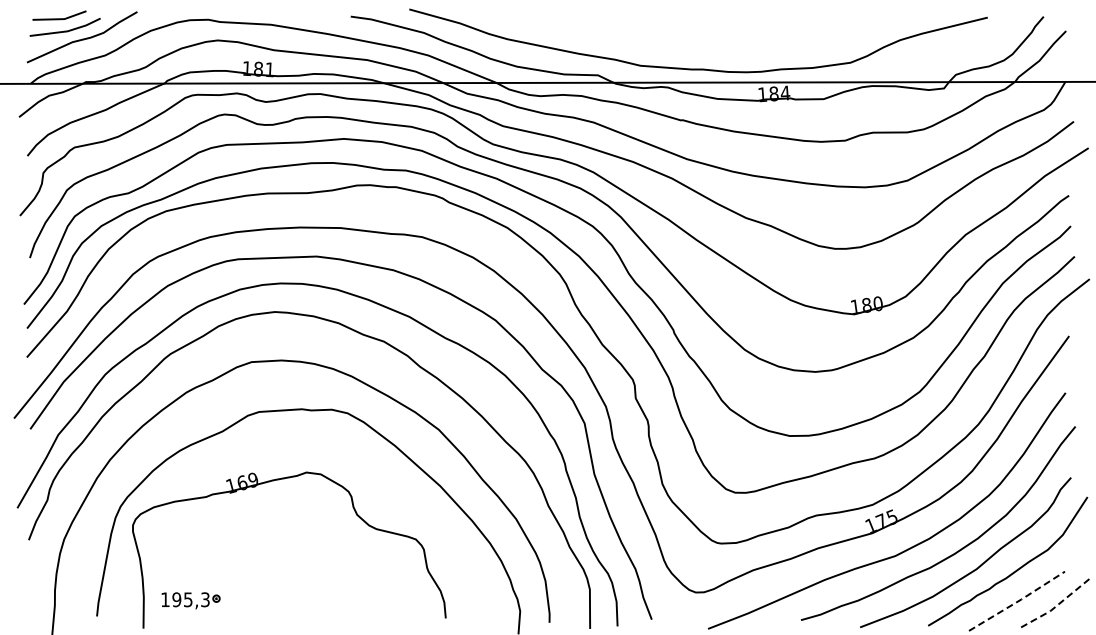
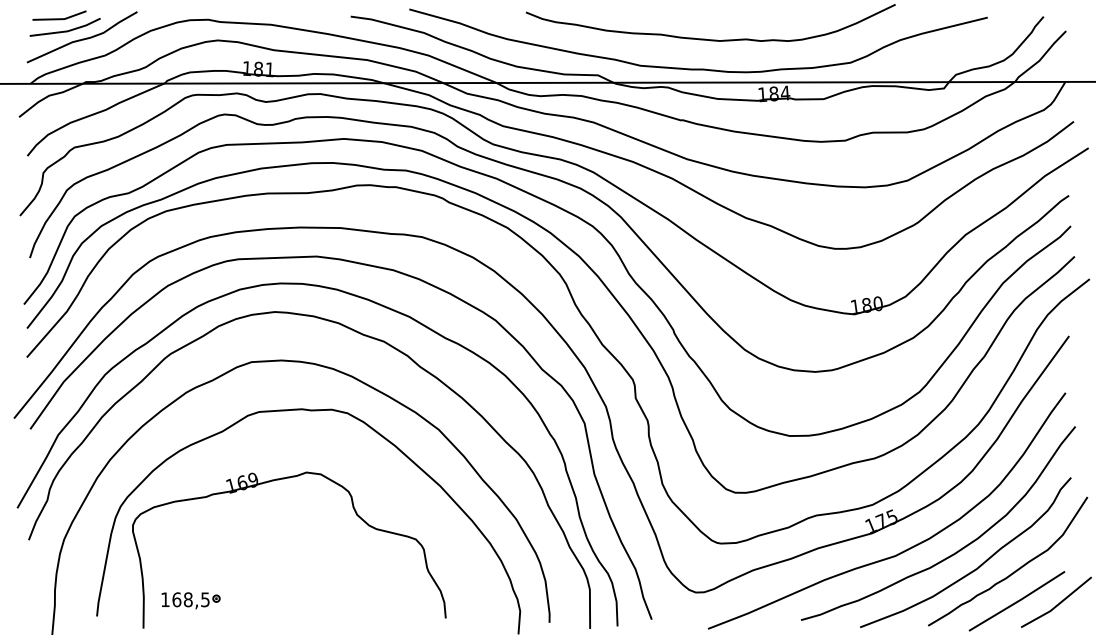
curve at (705, 38): none -> present
text at (190, 599): 195,3 -> 168,5
line at (1017, 601): dashed -> solid
line at (1058, 604): dashed -> solid
